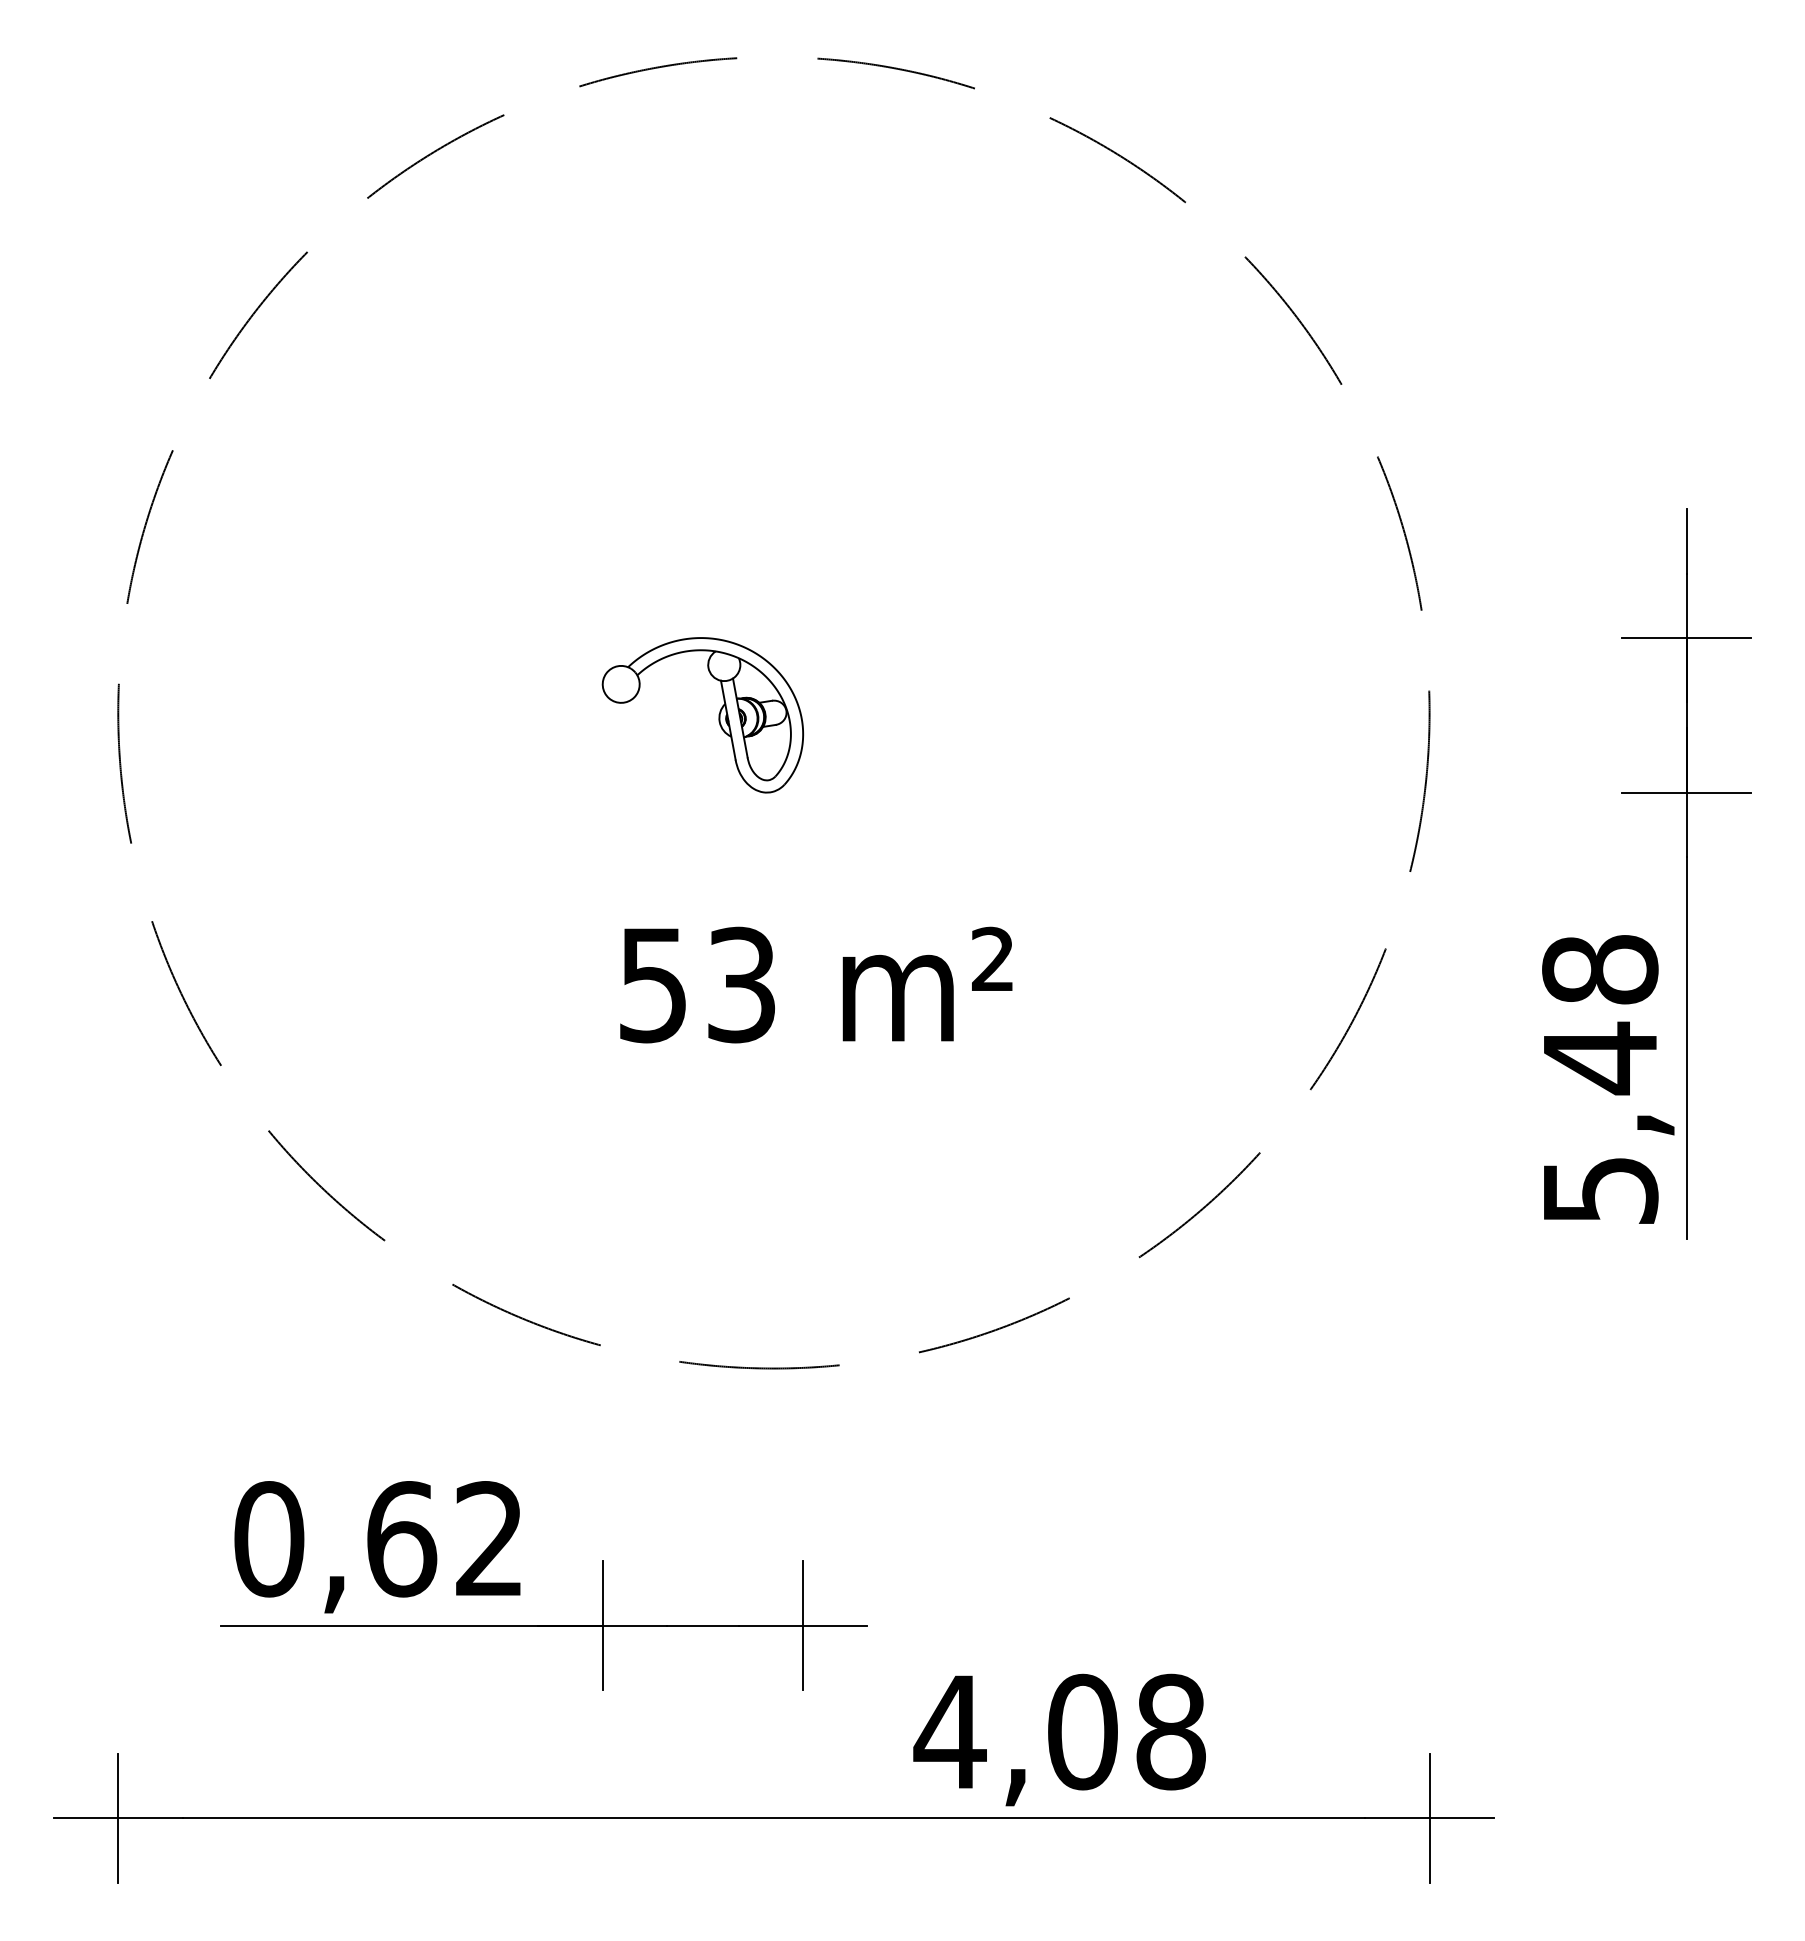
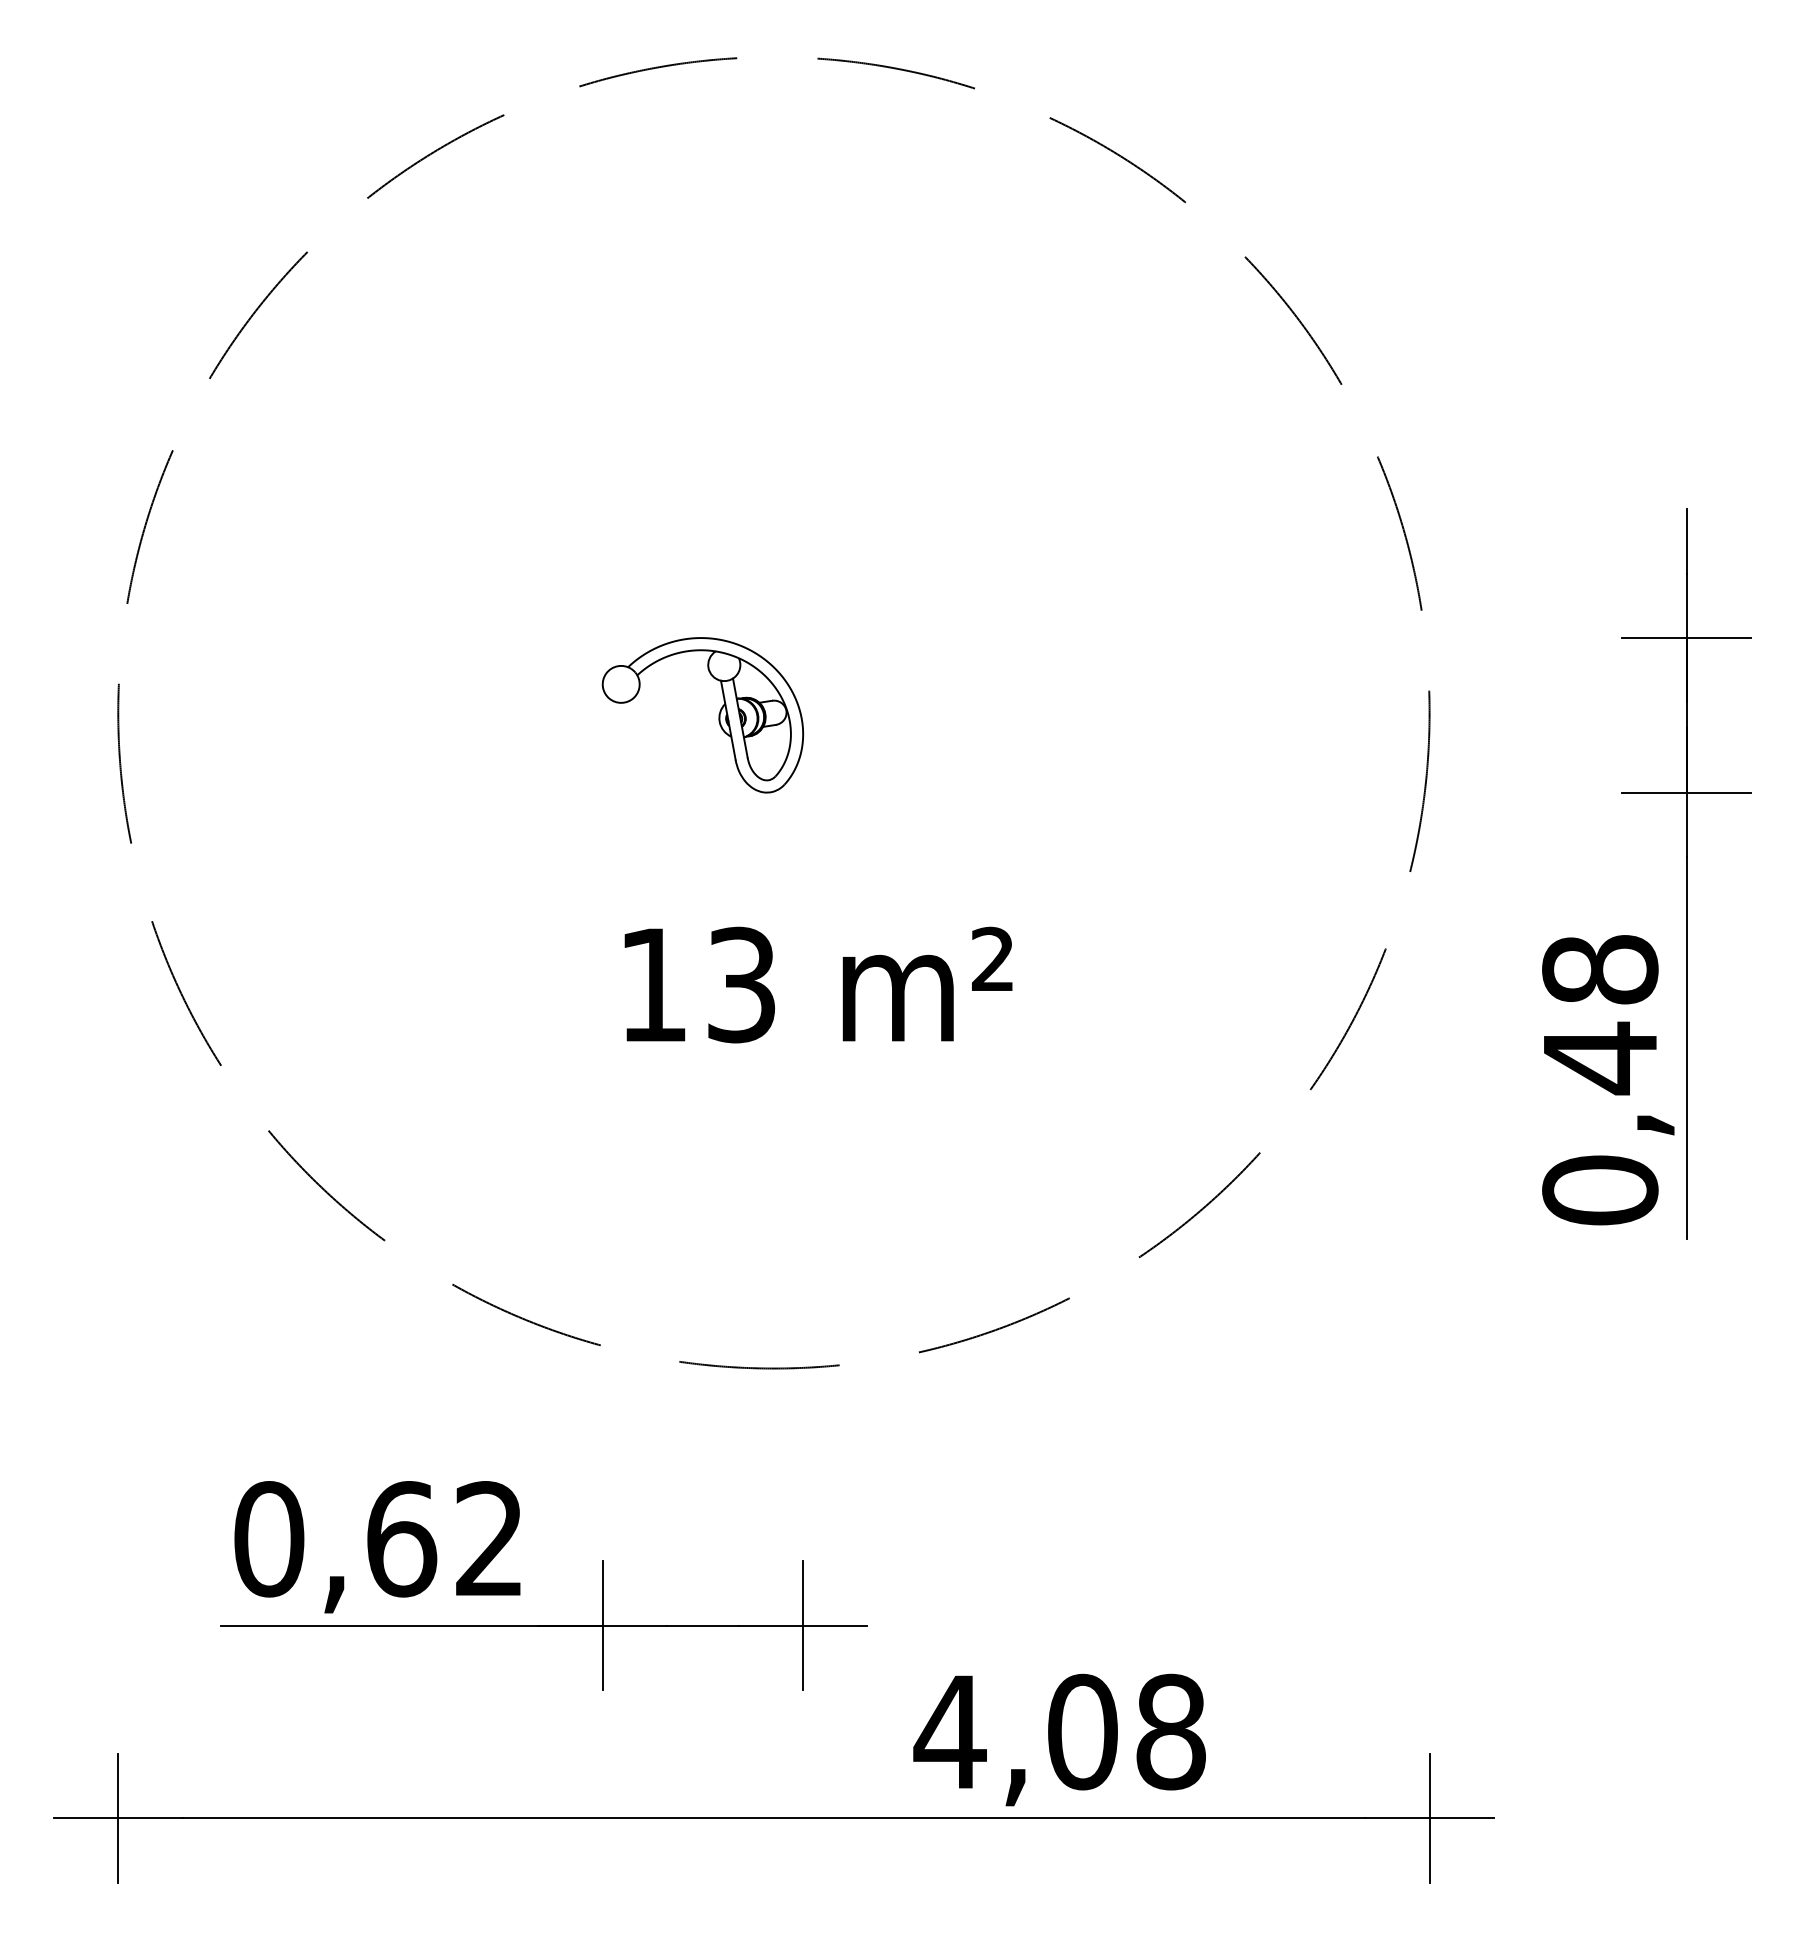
text at (652, 985): 53 -> 13
text at (1600, 1190): 5,48 -> 0,48
